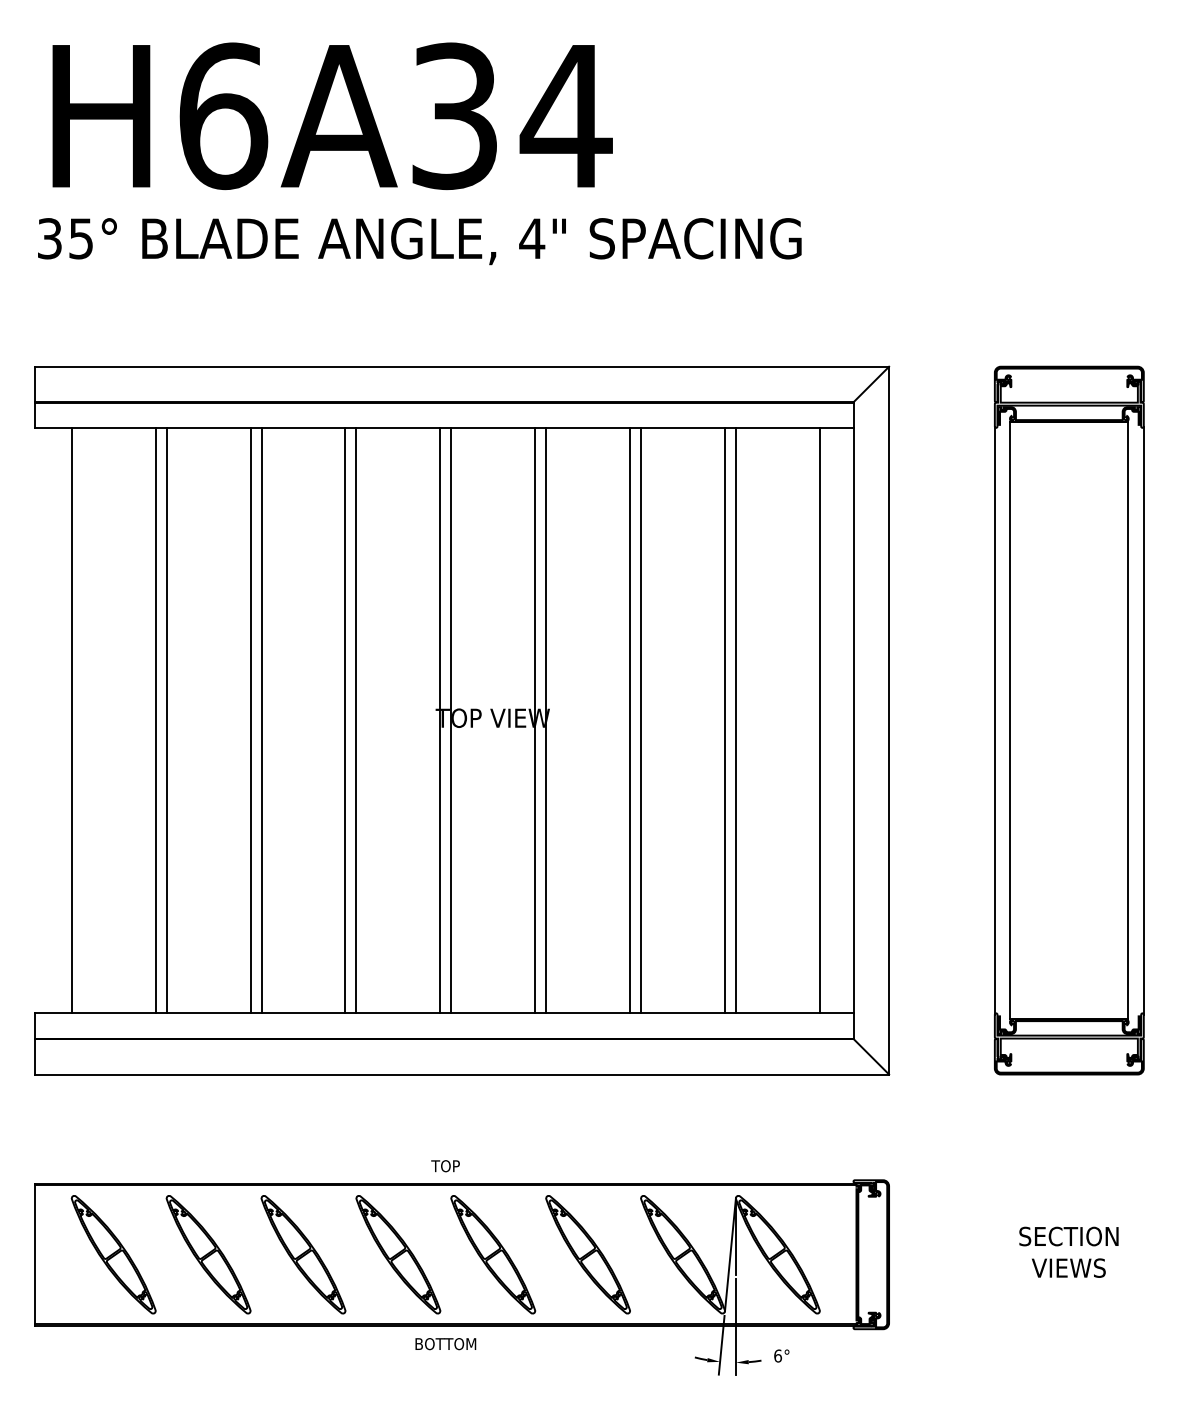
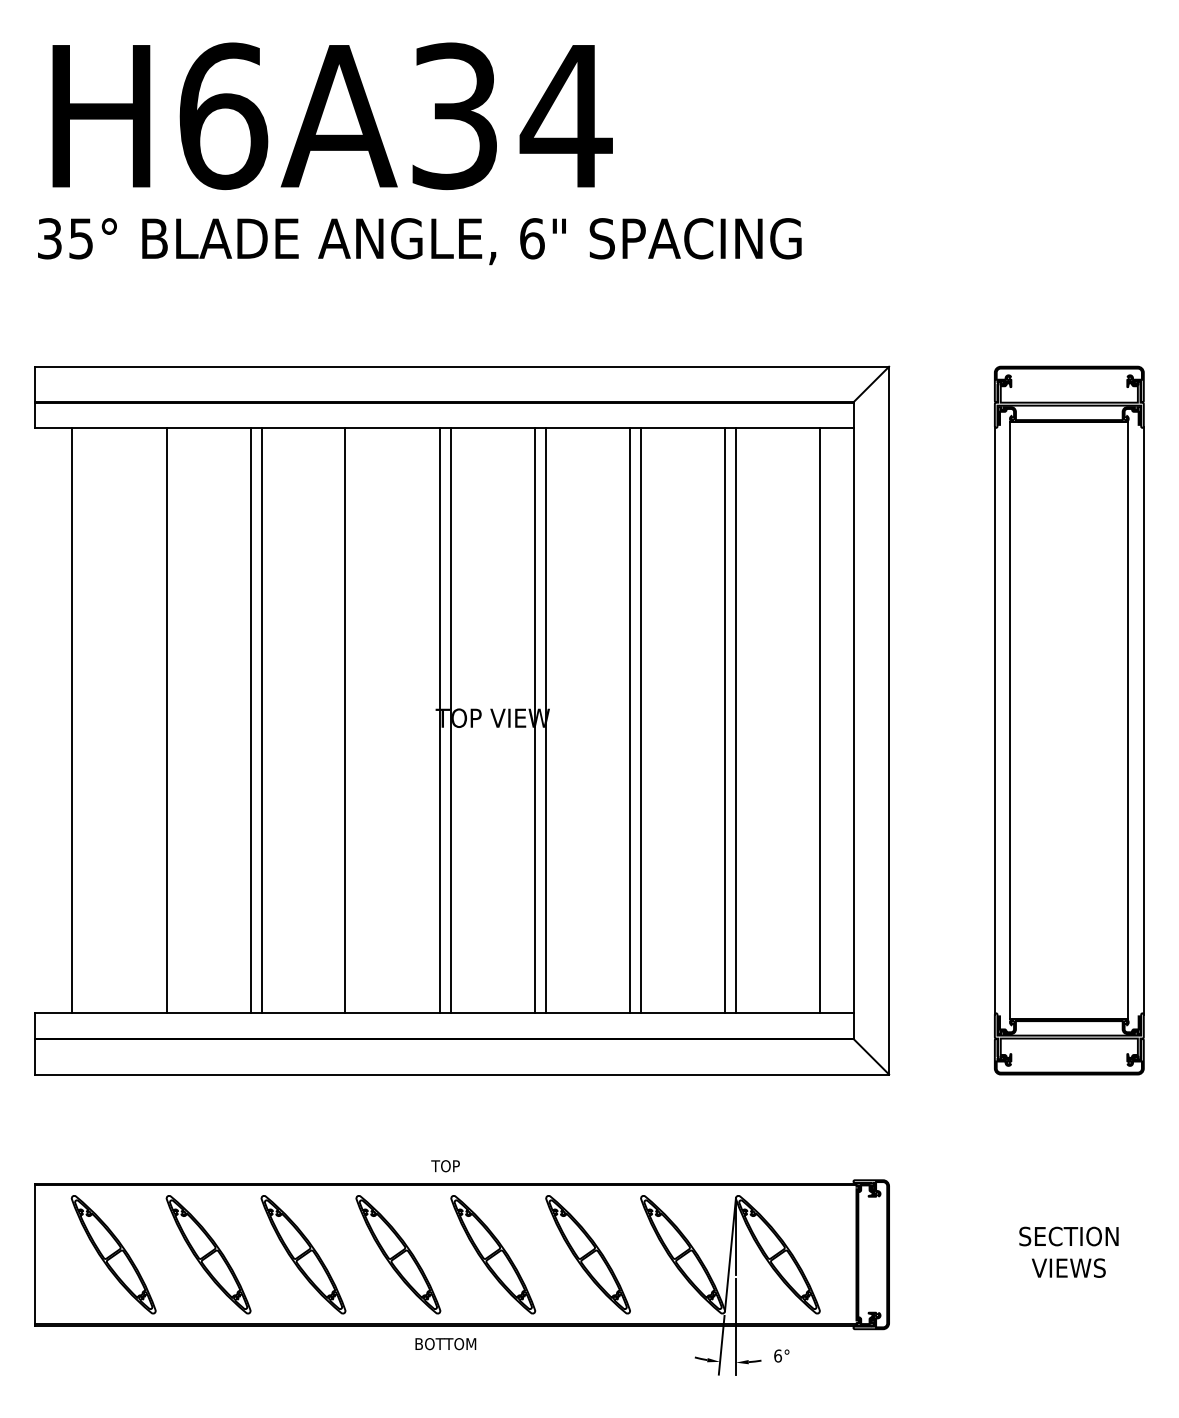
text at (532, 238): 4" -> 6"
line at (155, 720): present -> none
line at (356, 720): present -> none
